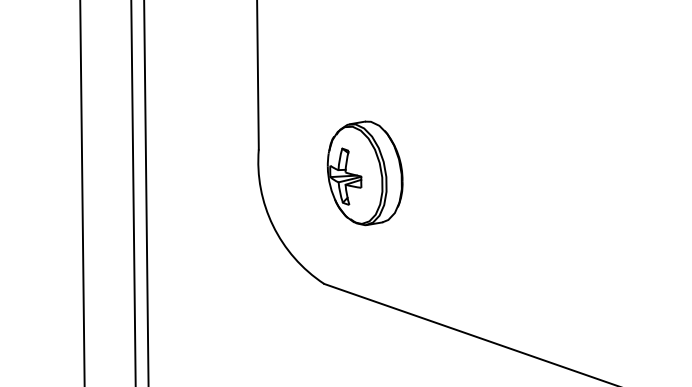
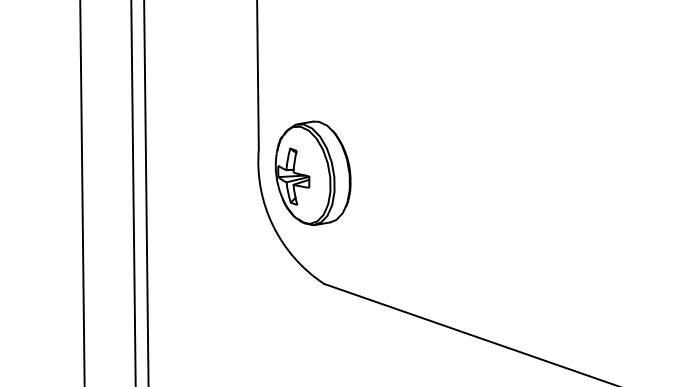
part at (364, 173) position: (364, 173) -> (312, 173)
